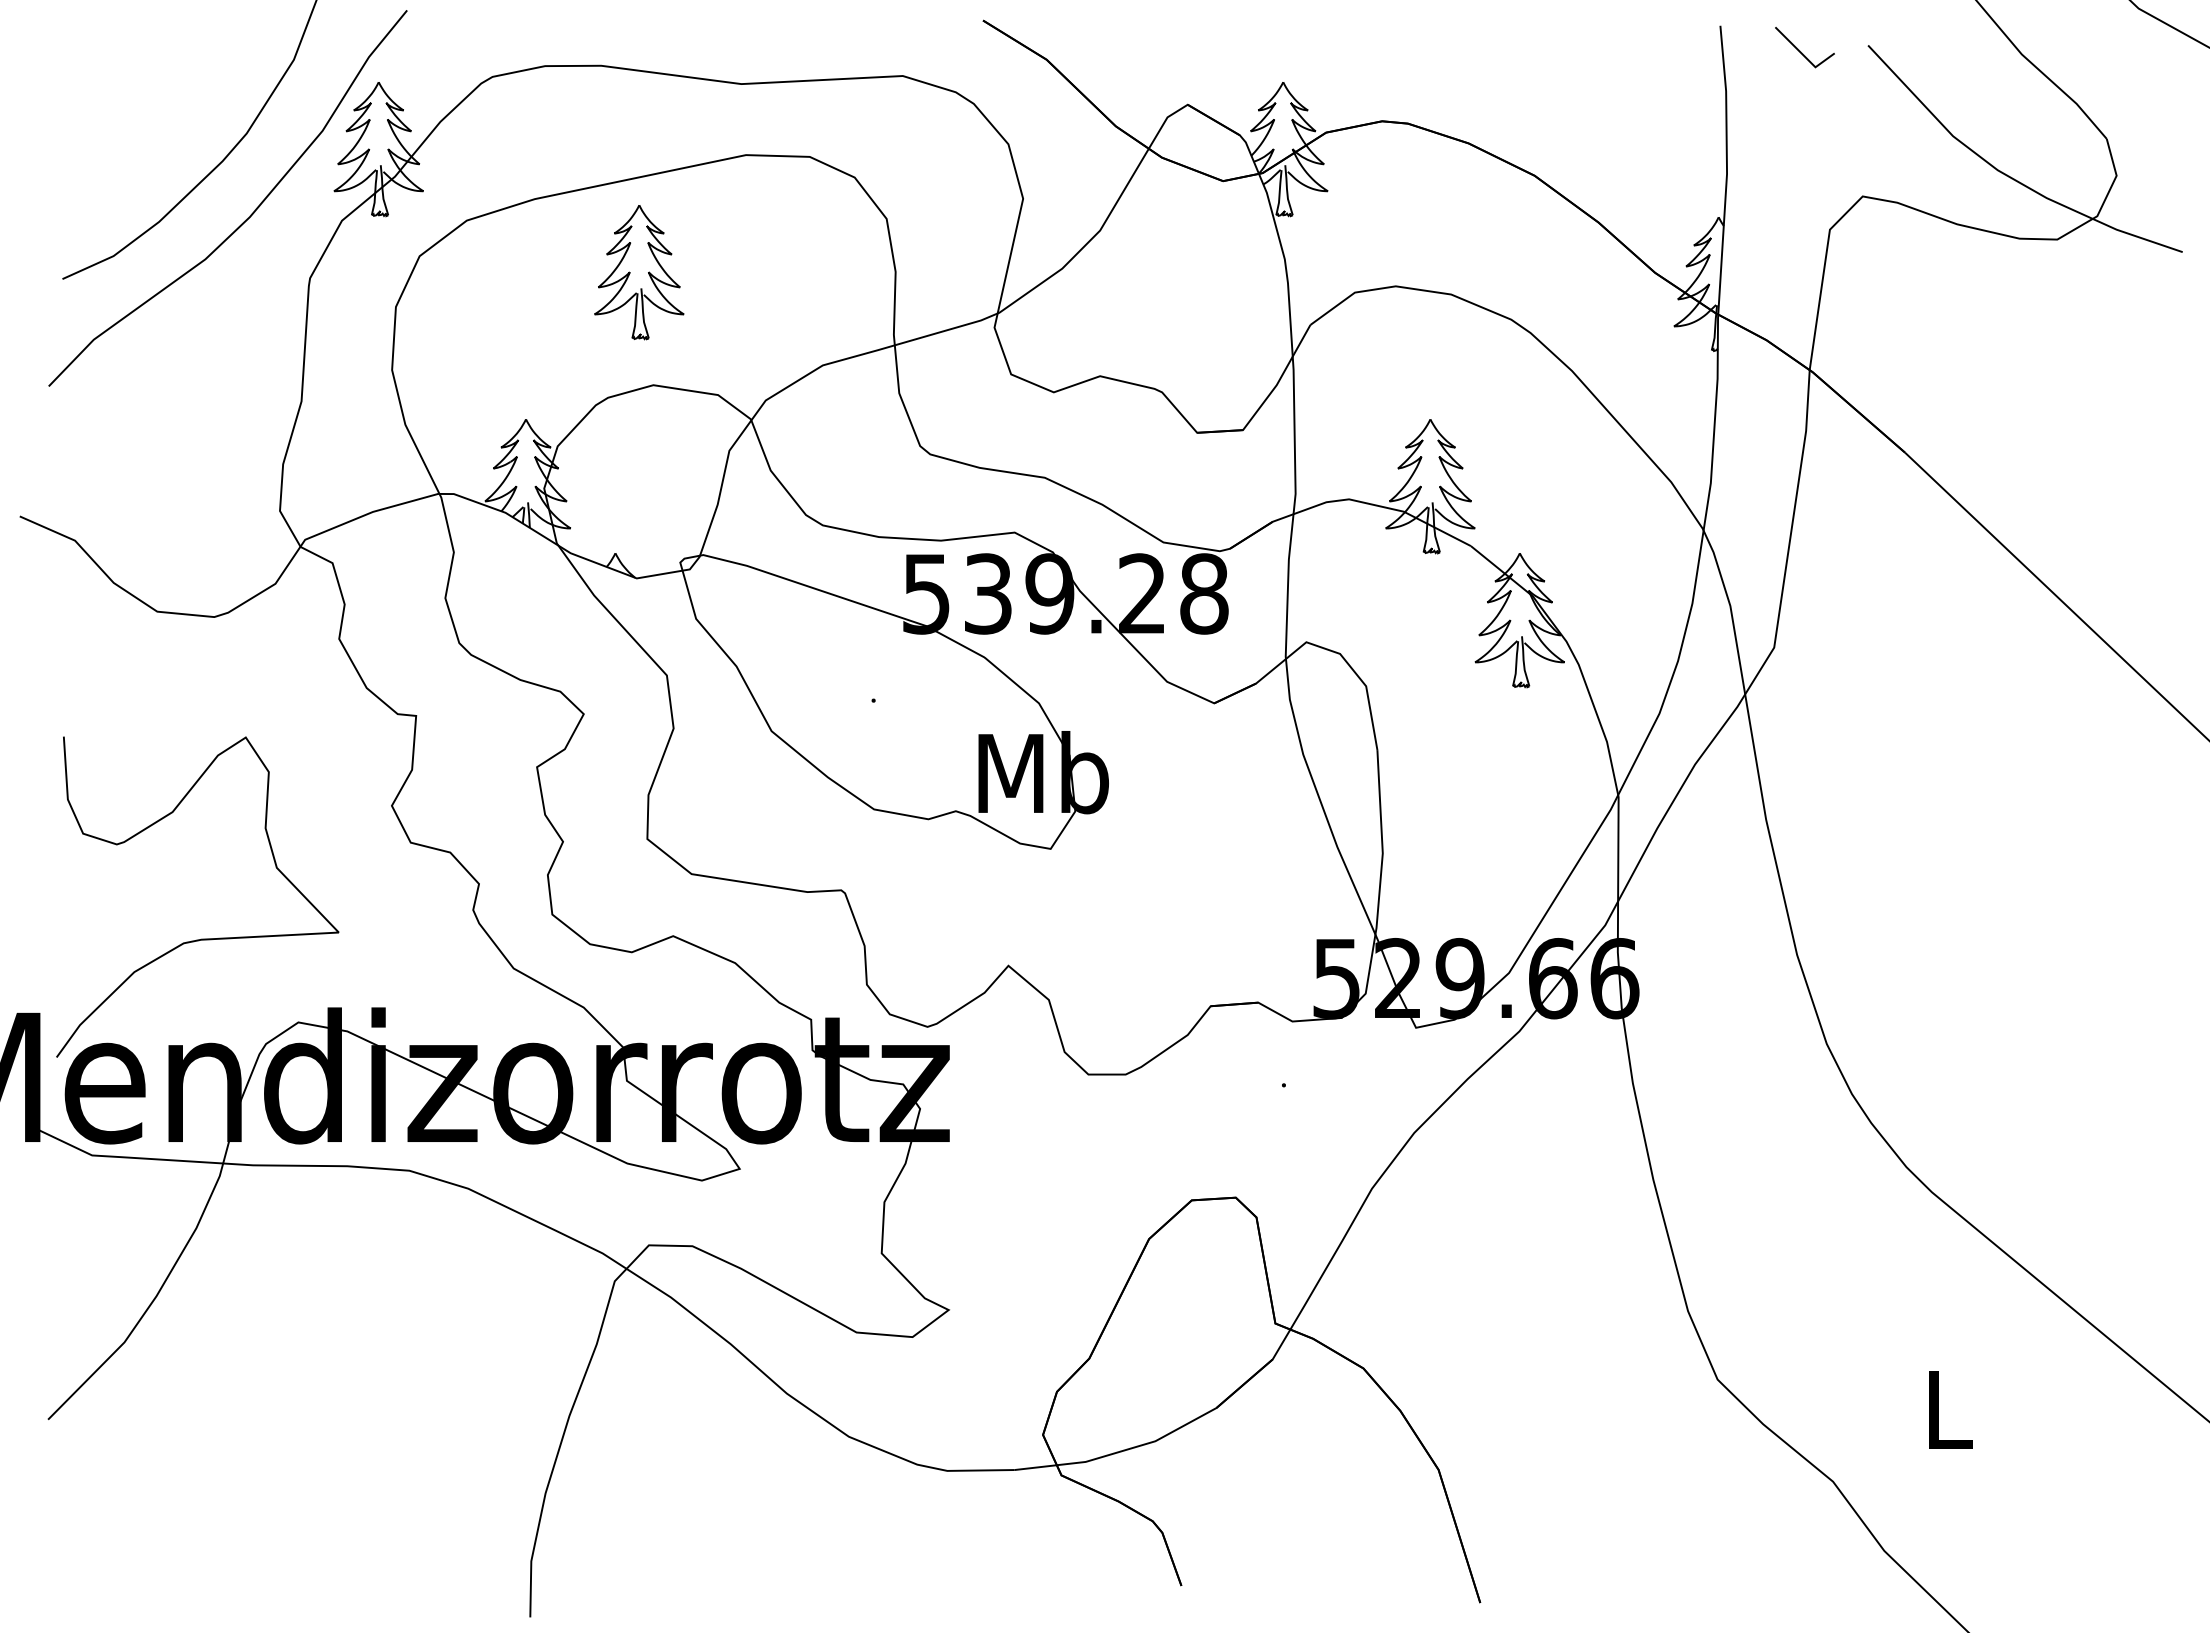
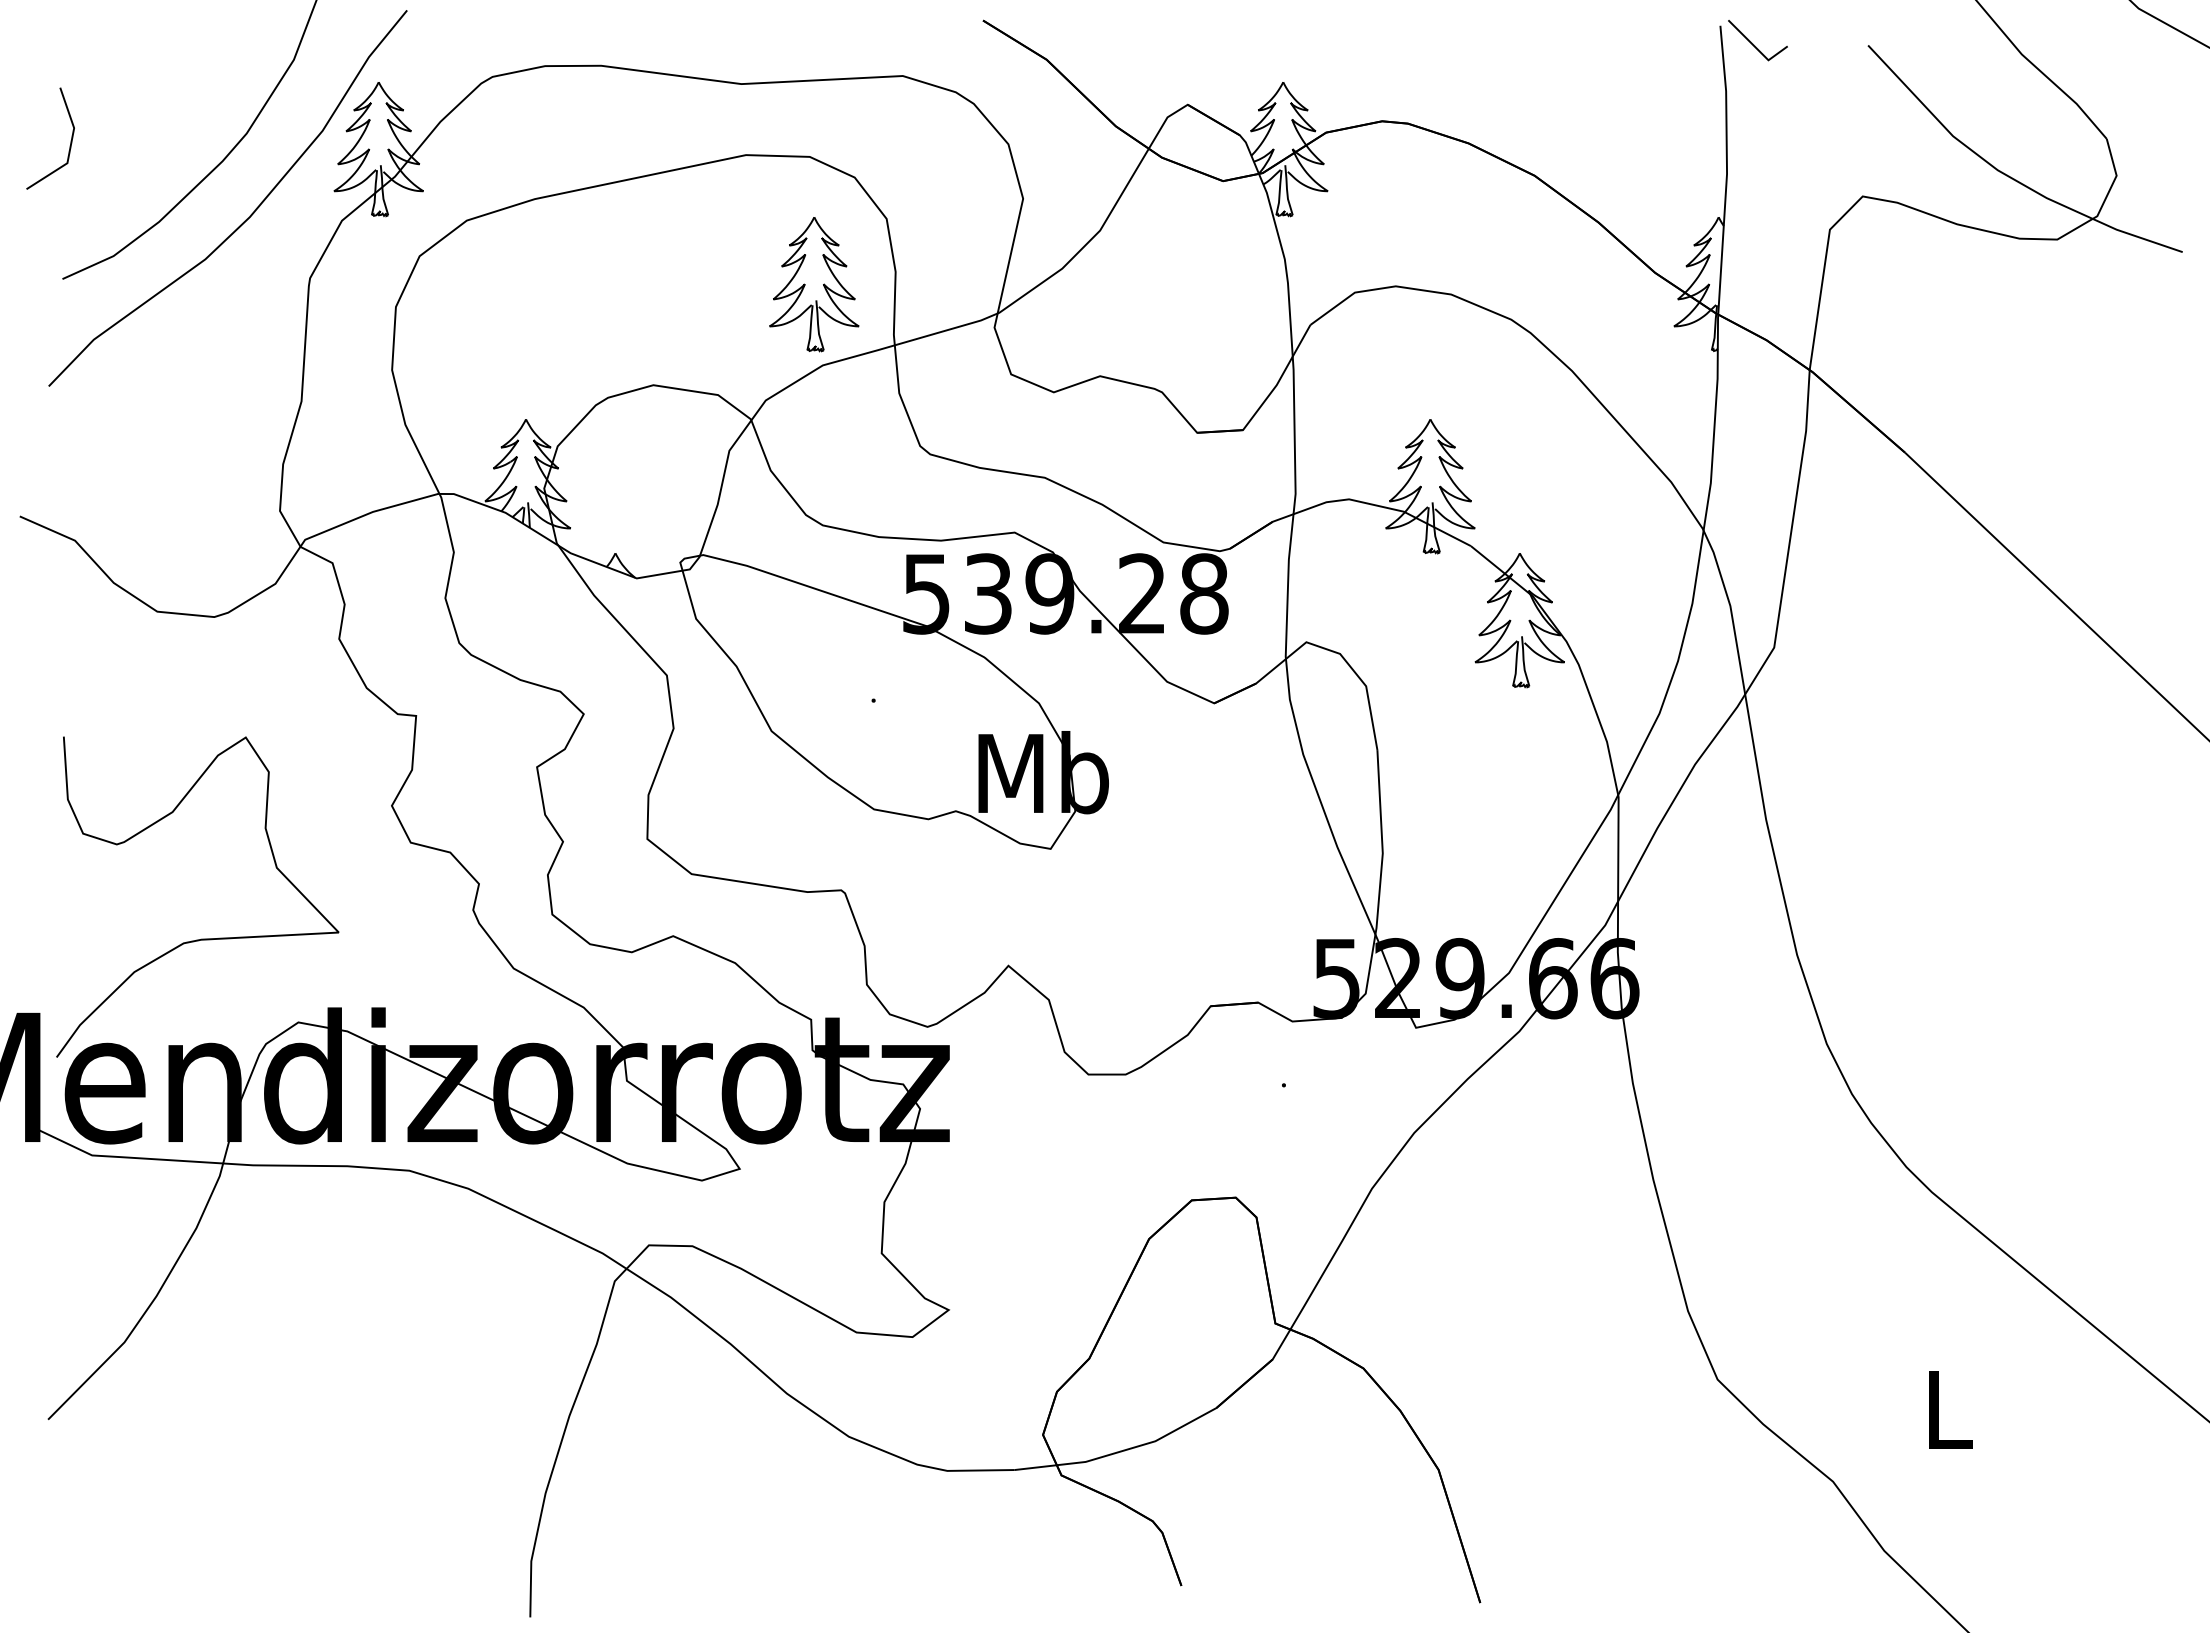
line at (1800, 50) position: (1800, 50) -> (1753, 43)
line at (70, 140): none -> present
part at (639, 272) position: (639, 272) -> (814, 284)
